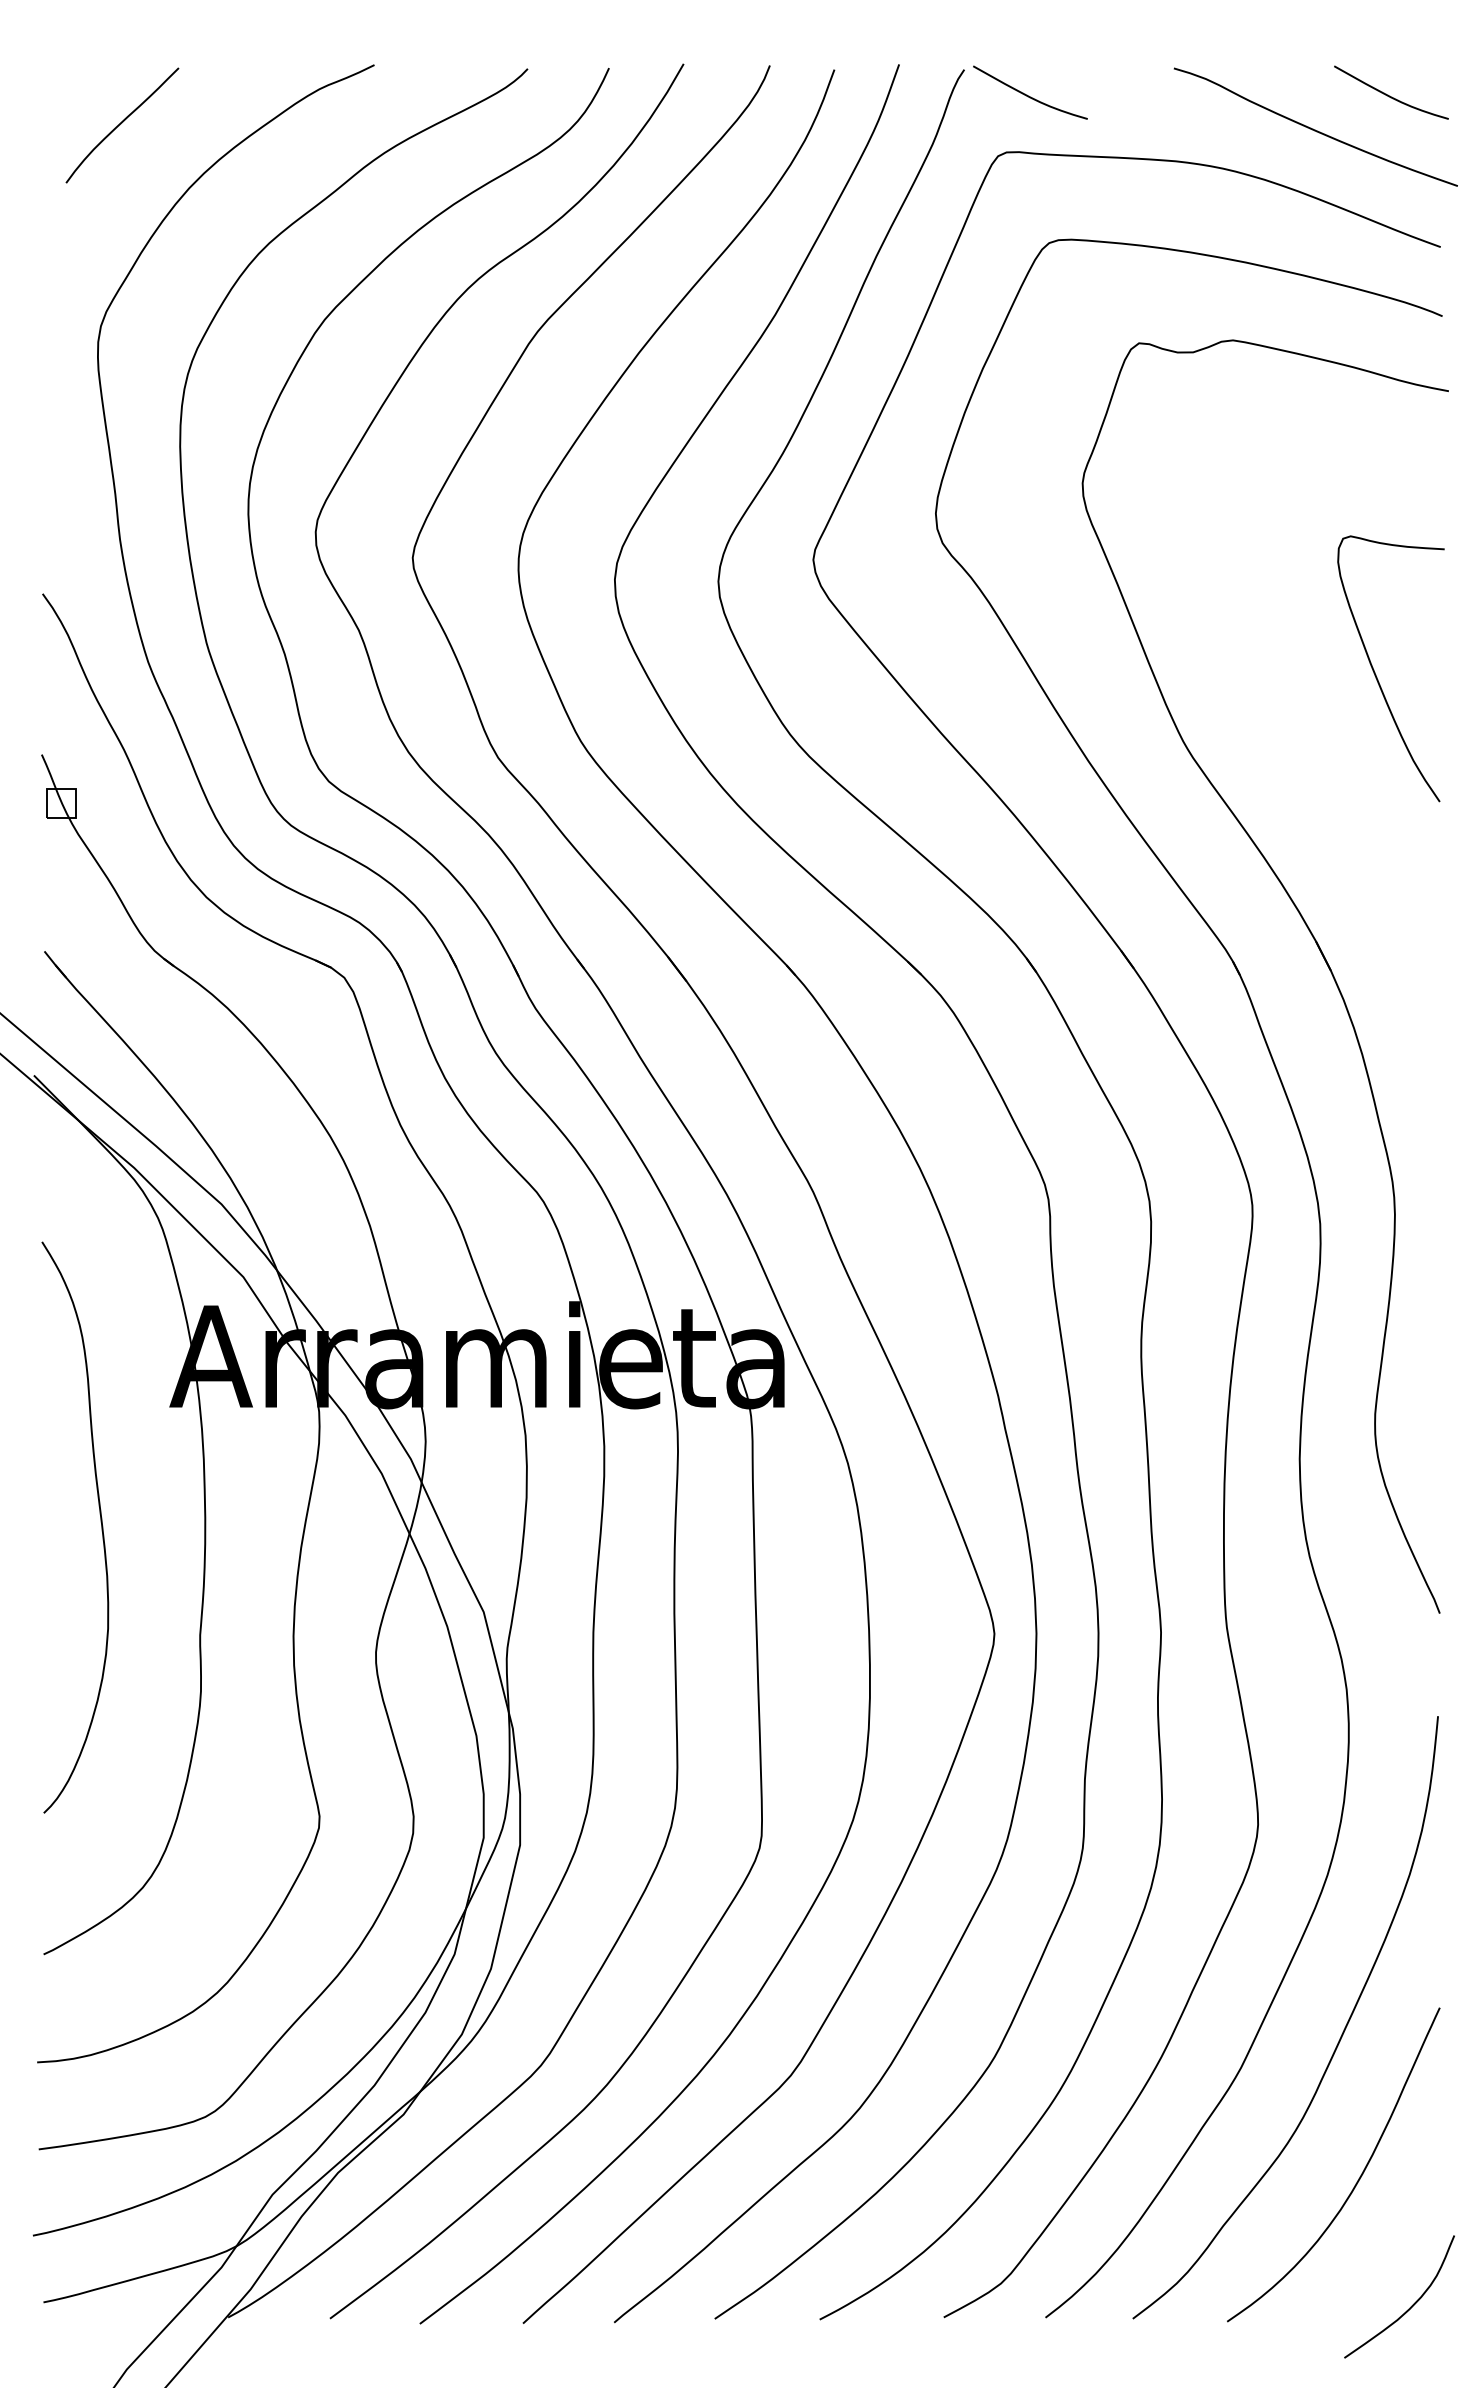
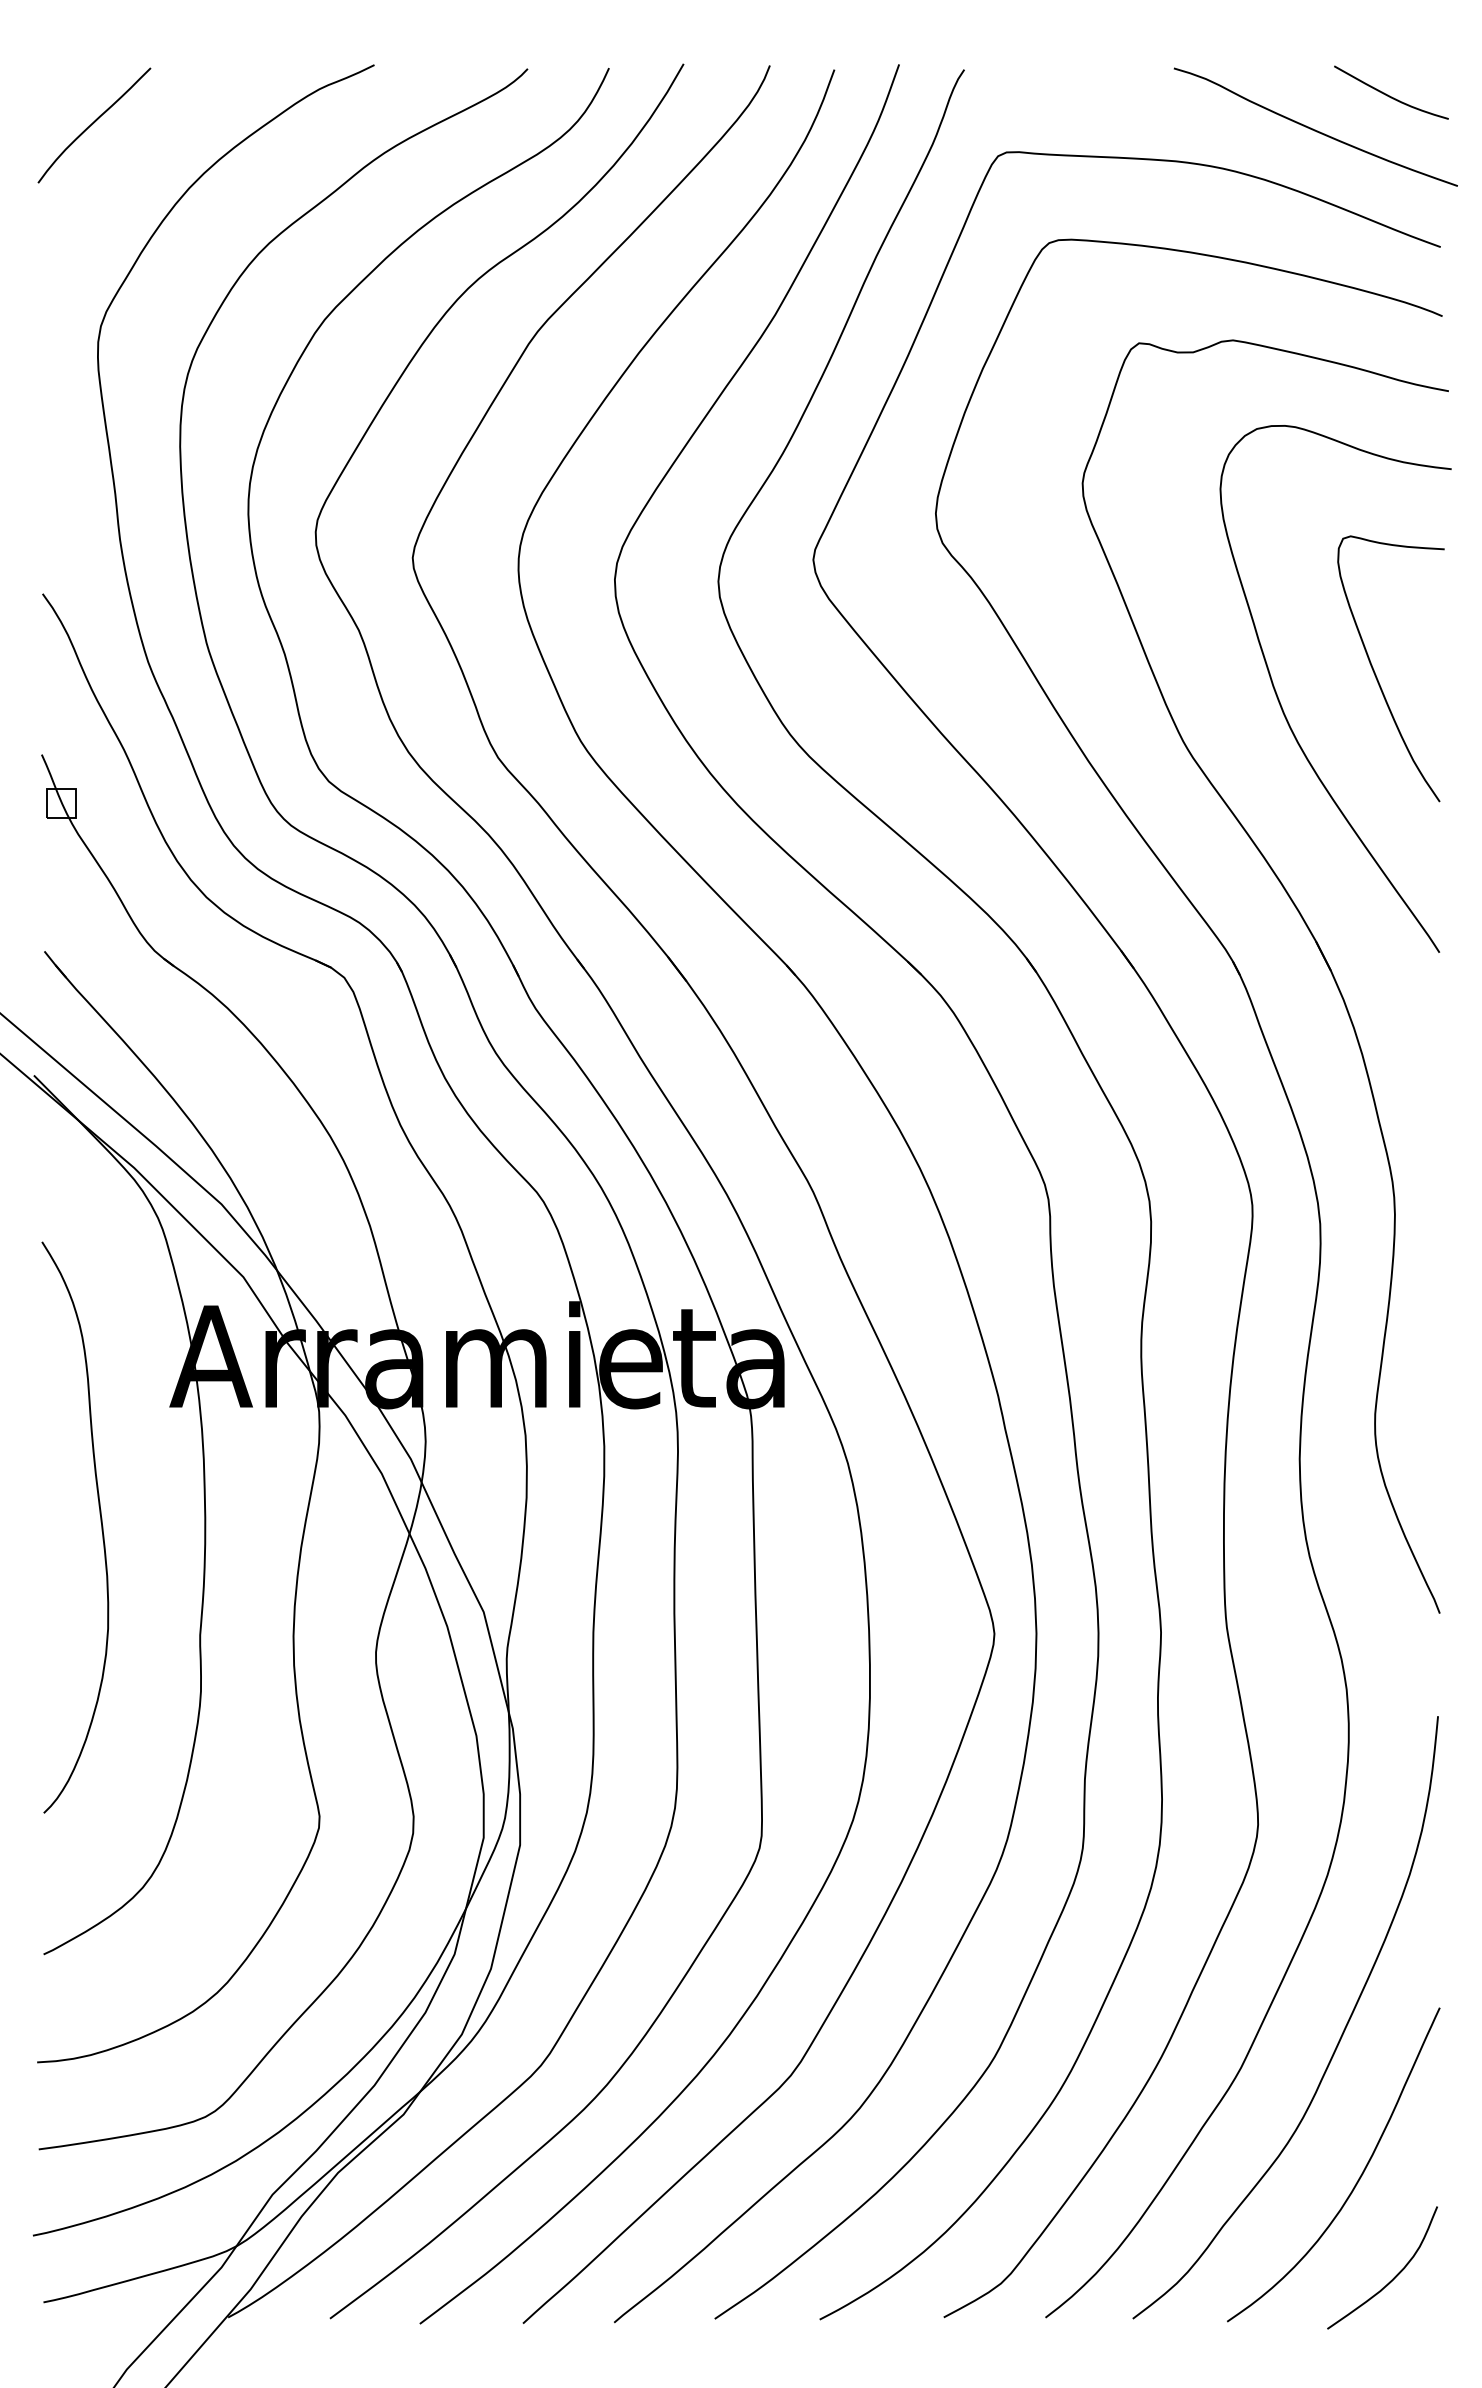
curve at (1027, 94): present -> none
curve at (121, 124) position: (121, 124) -> (93, 124)
curve at (1282, 706): none -> present
curve at (1410, 2306) position: (1410, 2306) -> (1393, 2277)
